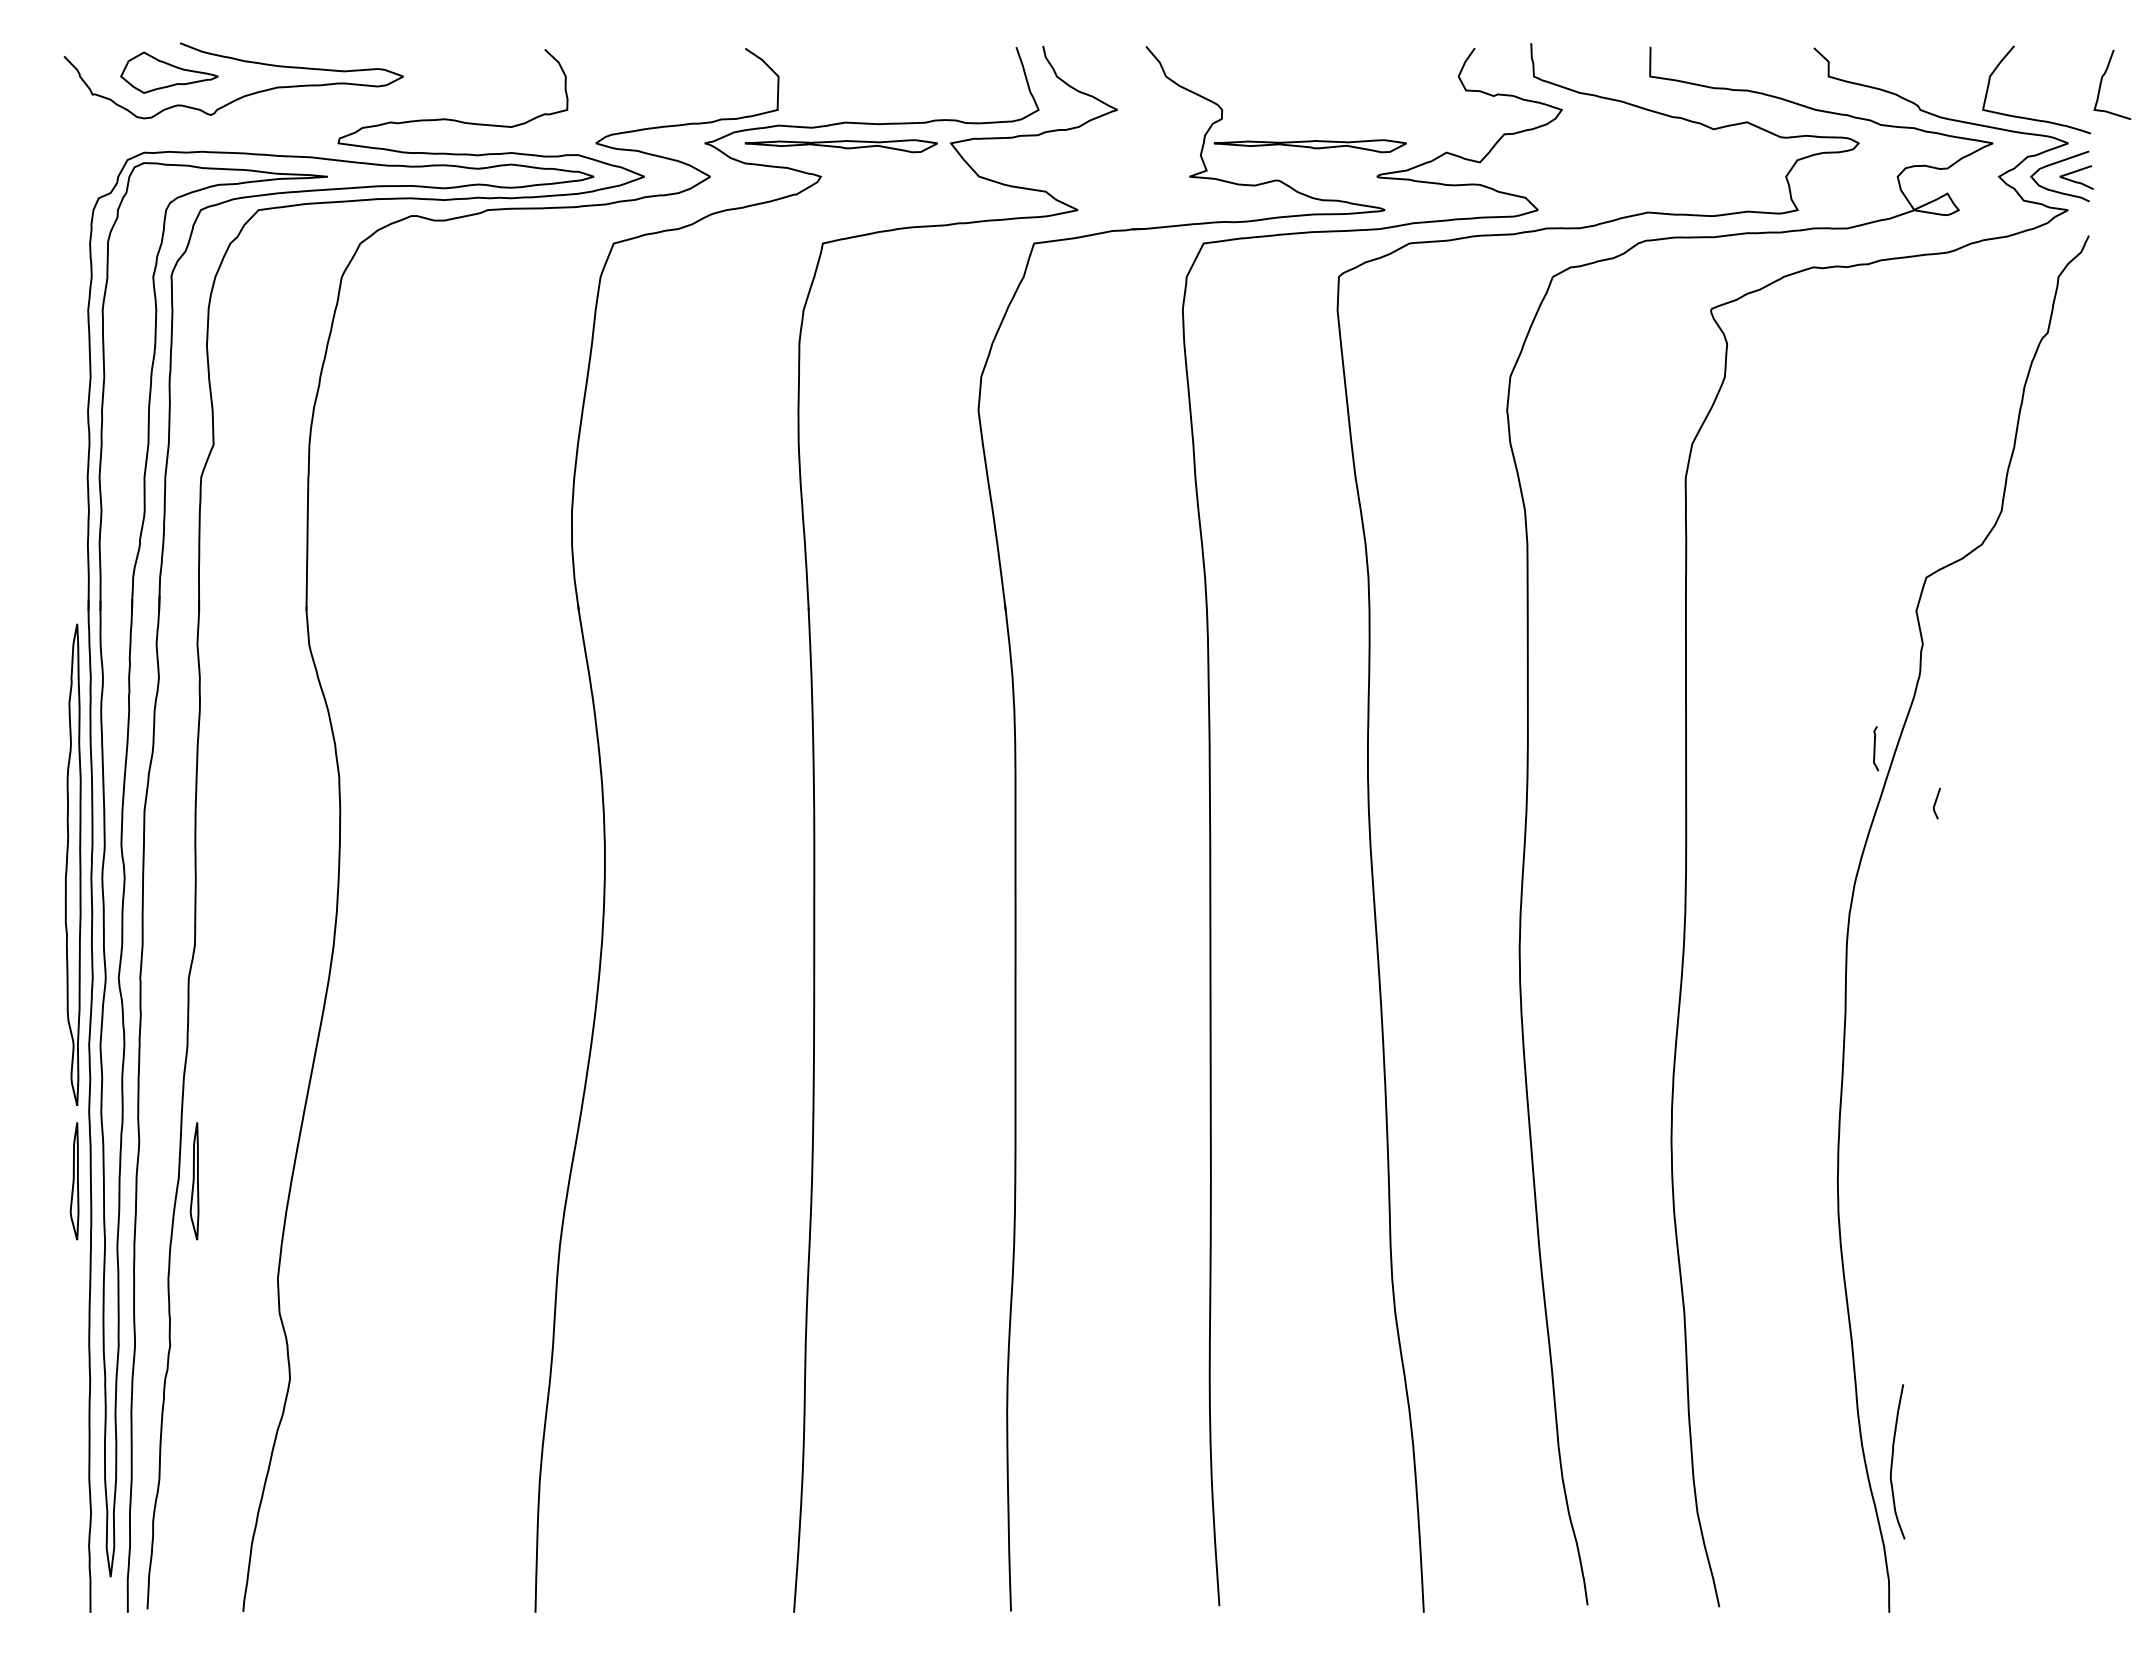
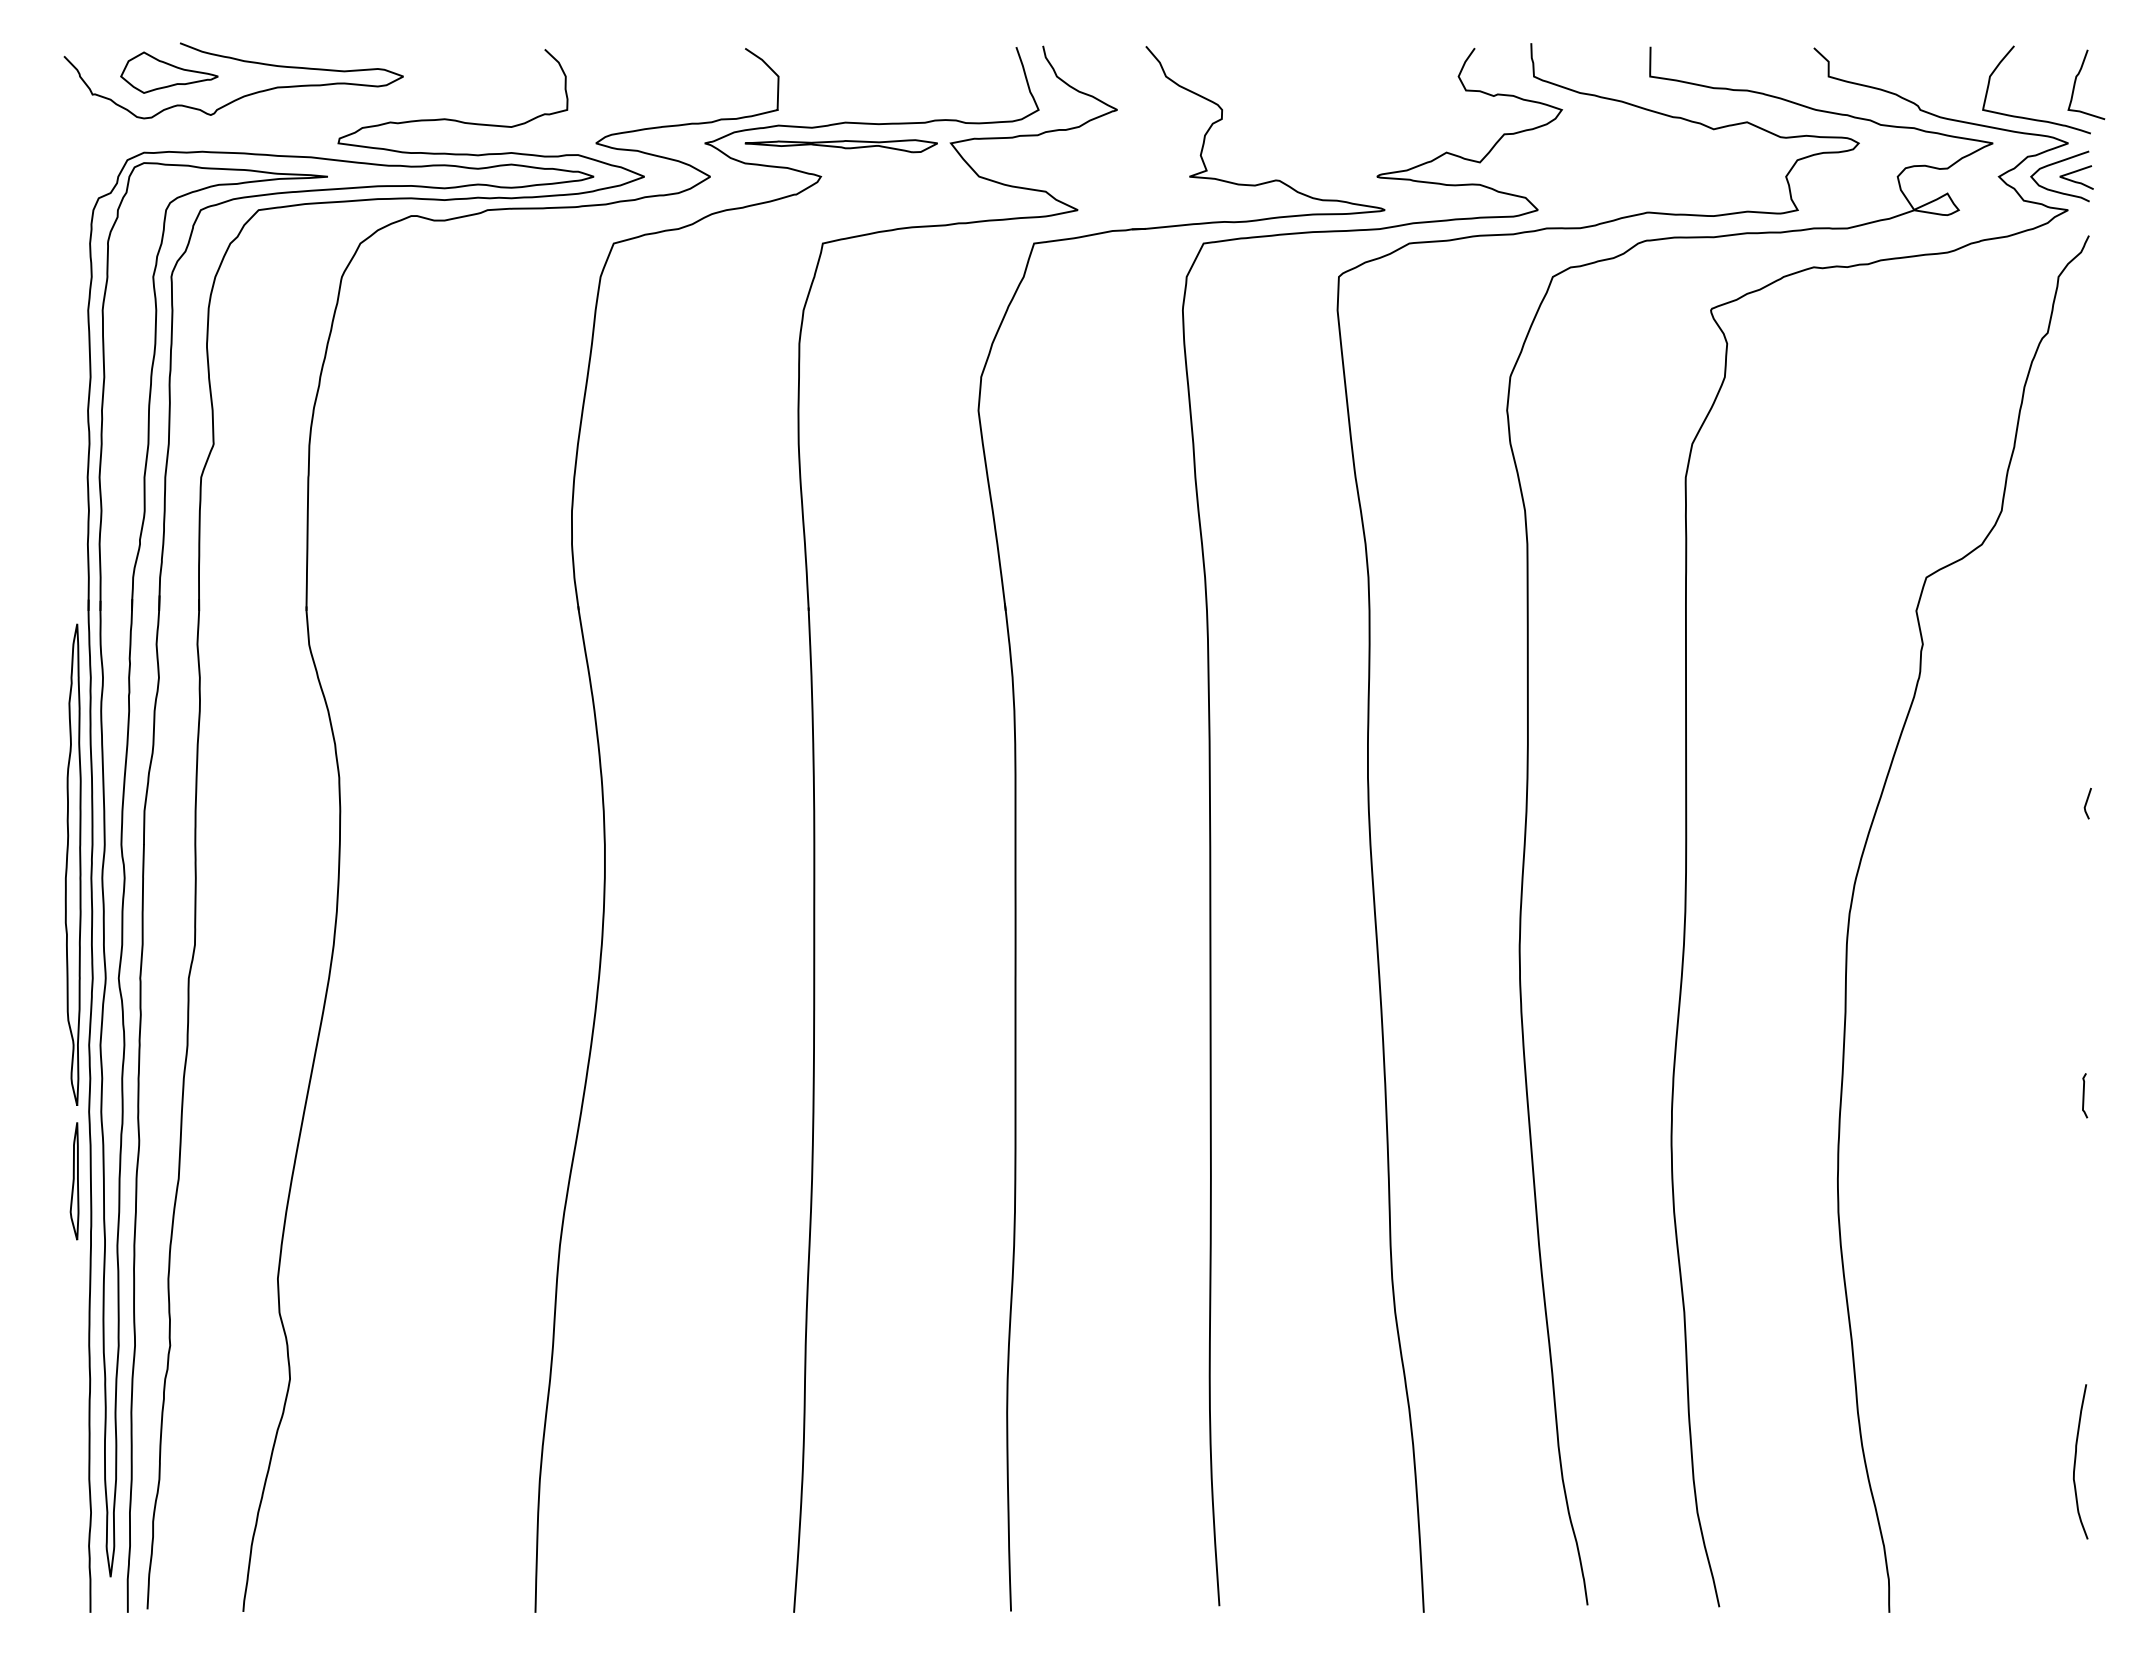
curve at (2102, 81) position: (2102, 81) -> (2076, 81)
part at (1309, 146): present -> none
curve at (1875, 748) position: (1875, 748) -> (2084, 1095)
line at (1936, 803) position: (1936, 803) -> (2087, 803)
part at (194, 1181): present -> none
curve at (1893, 1459) position: (1893, 1459) -> (2076, 1459)
